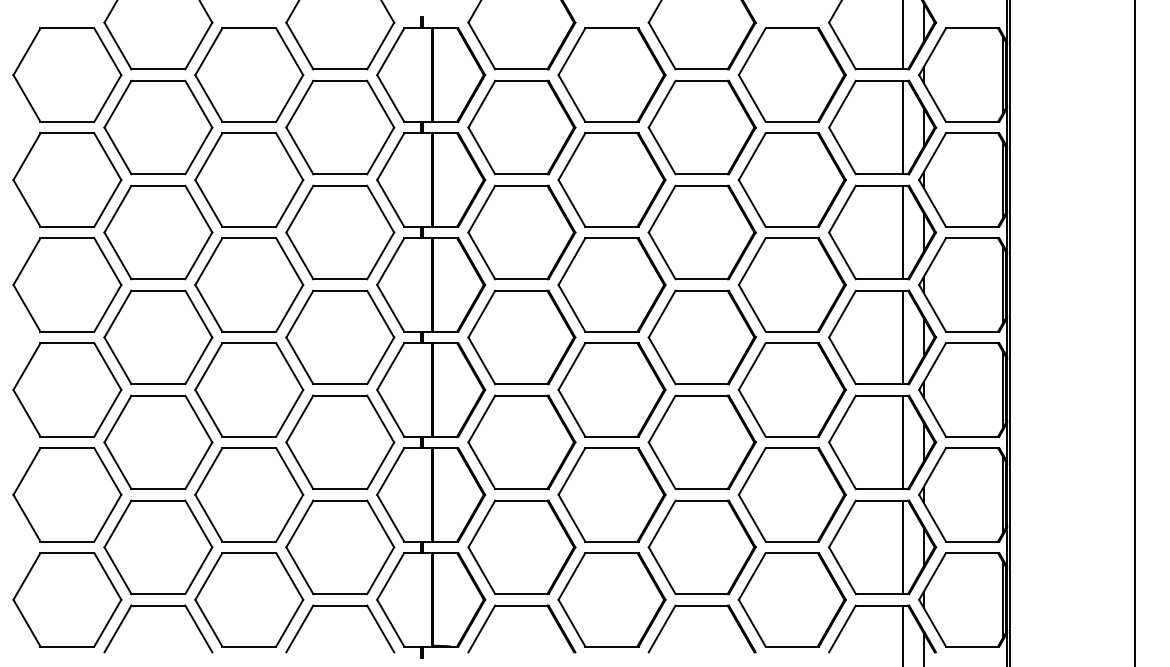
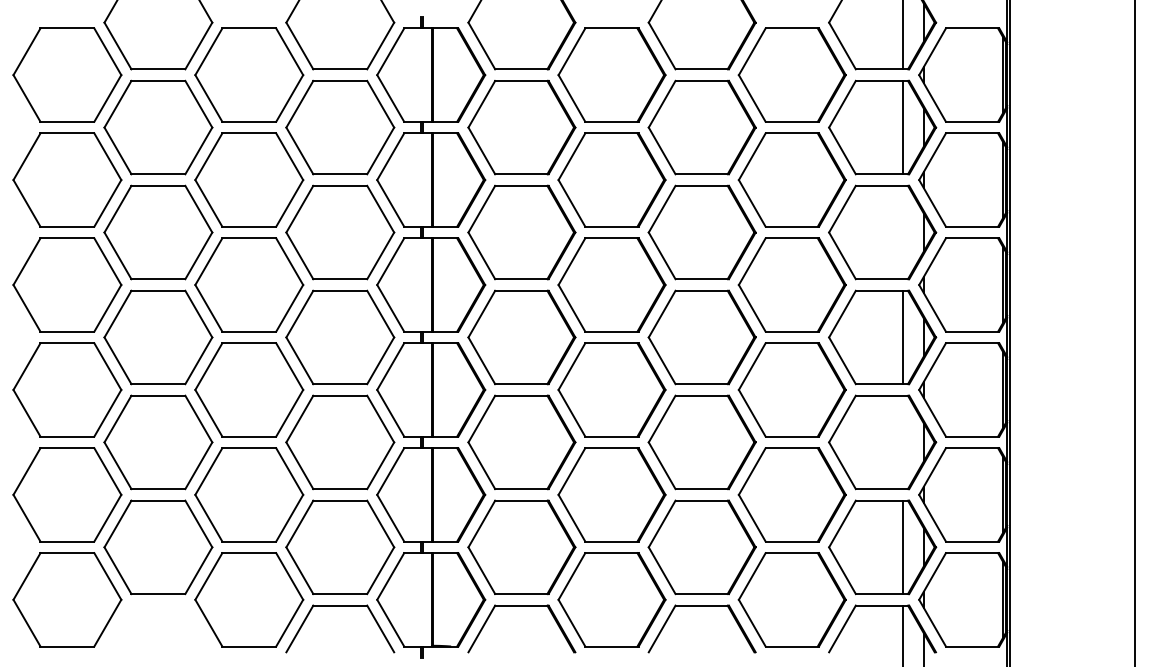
line at (902, 232): present -> none
line at (902, 442): present -> none
part at (158, 606): present -> none
